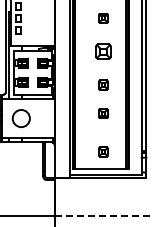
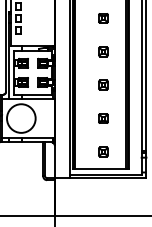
part at (103, 51) size: 17x17 px -> 11x12 px
part at (103, 113) position: (103, 113) -> (103, 118)
circle at (20, 118) diameter: 17 px -> 29 px
line at (103, 216): dashed -> solid
